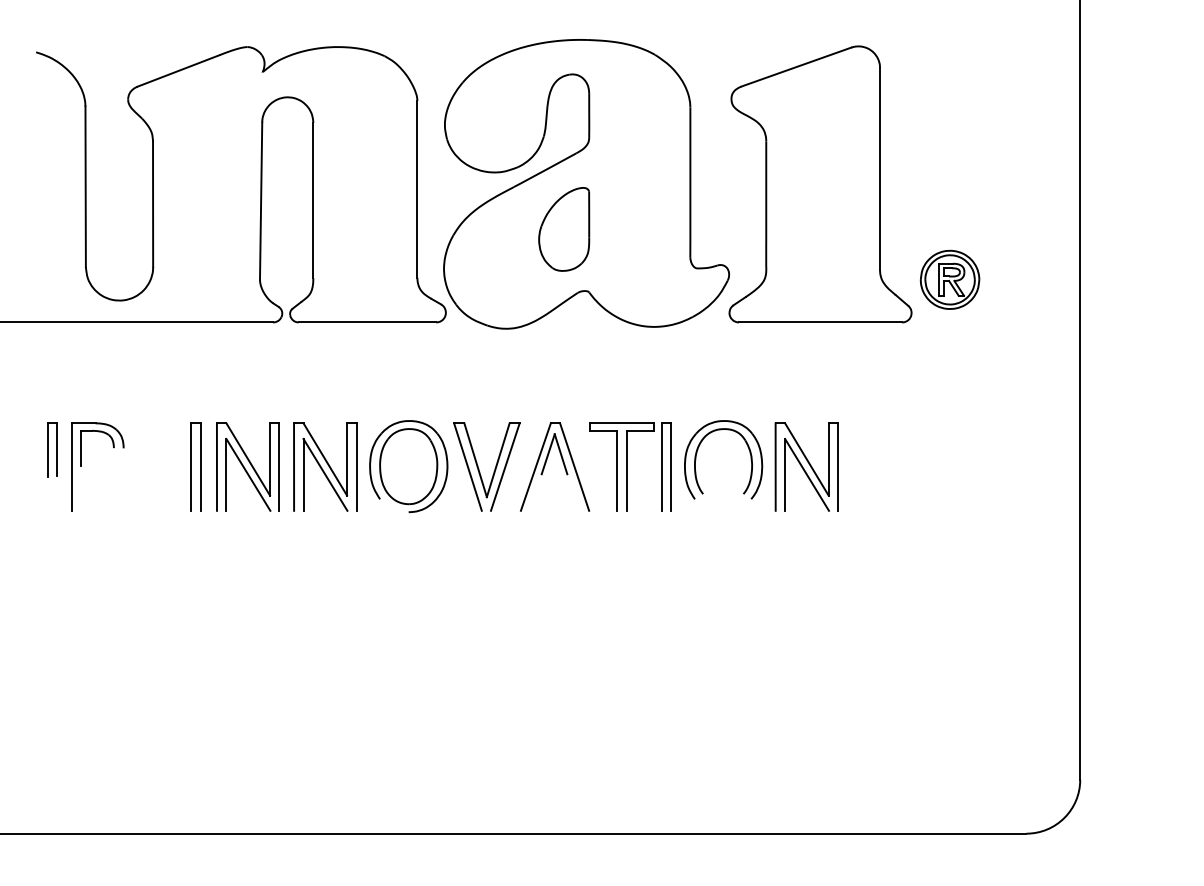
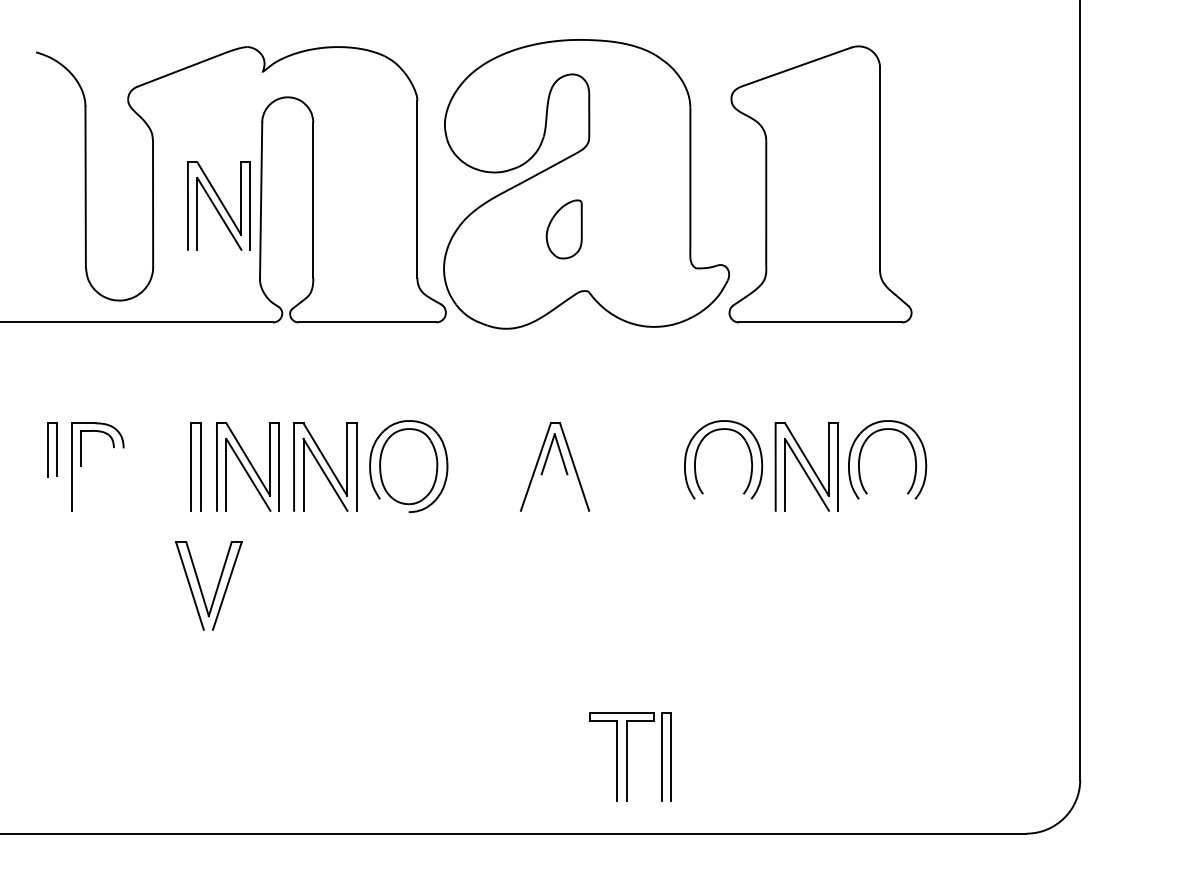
part at (218, 205): none -> present
part at (564, 229) size: 53x85 px -> 38x61 px
part at (949, 279): present -> none
part at (861, 453): none -> present
part at (630, 466) position: (630, 466) -> (630, 756)
part at (479, 468) position: (479, 468) -> (201, 587)
